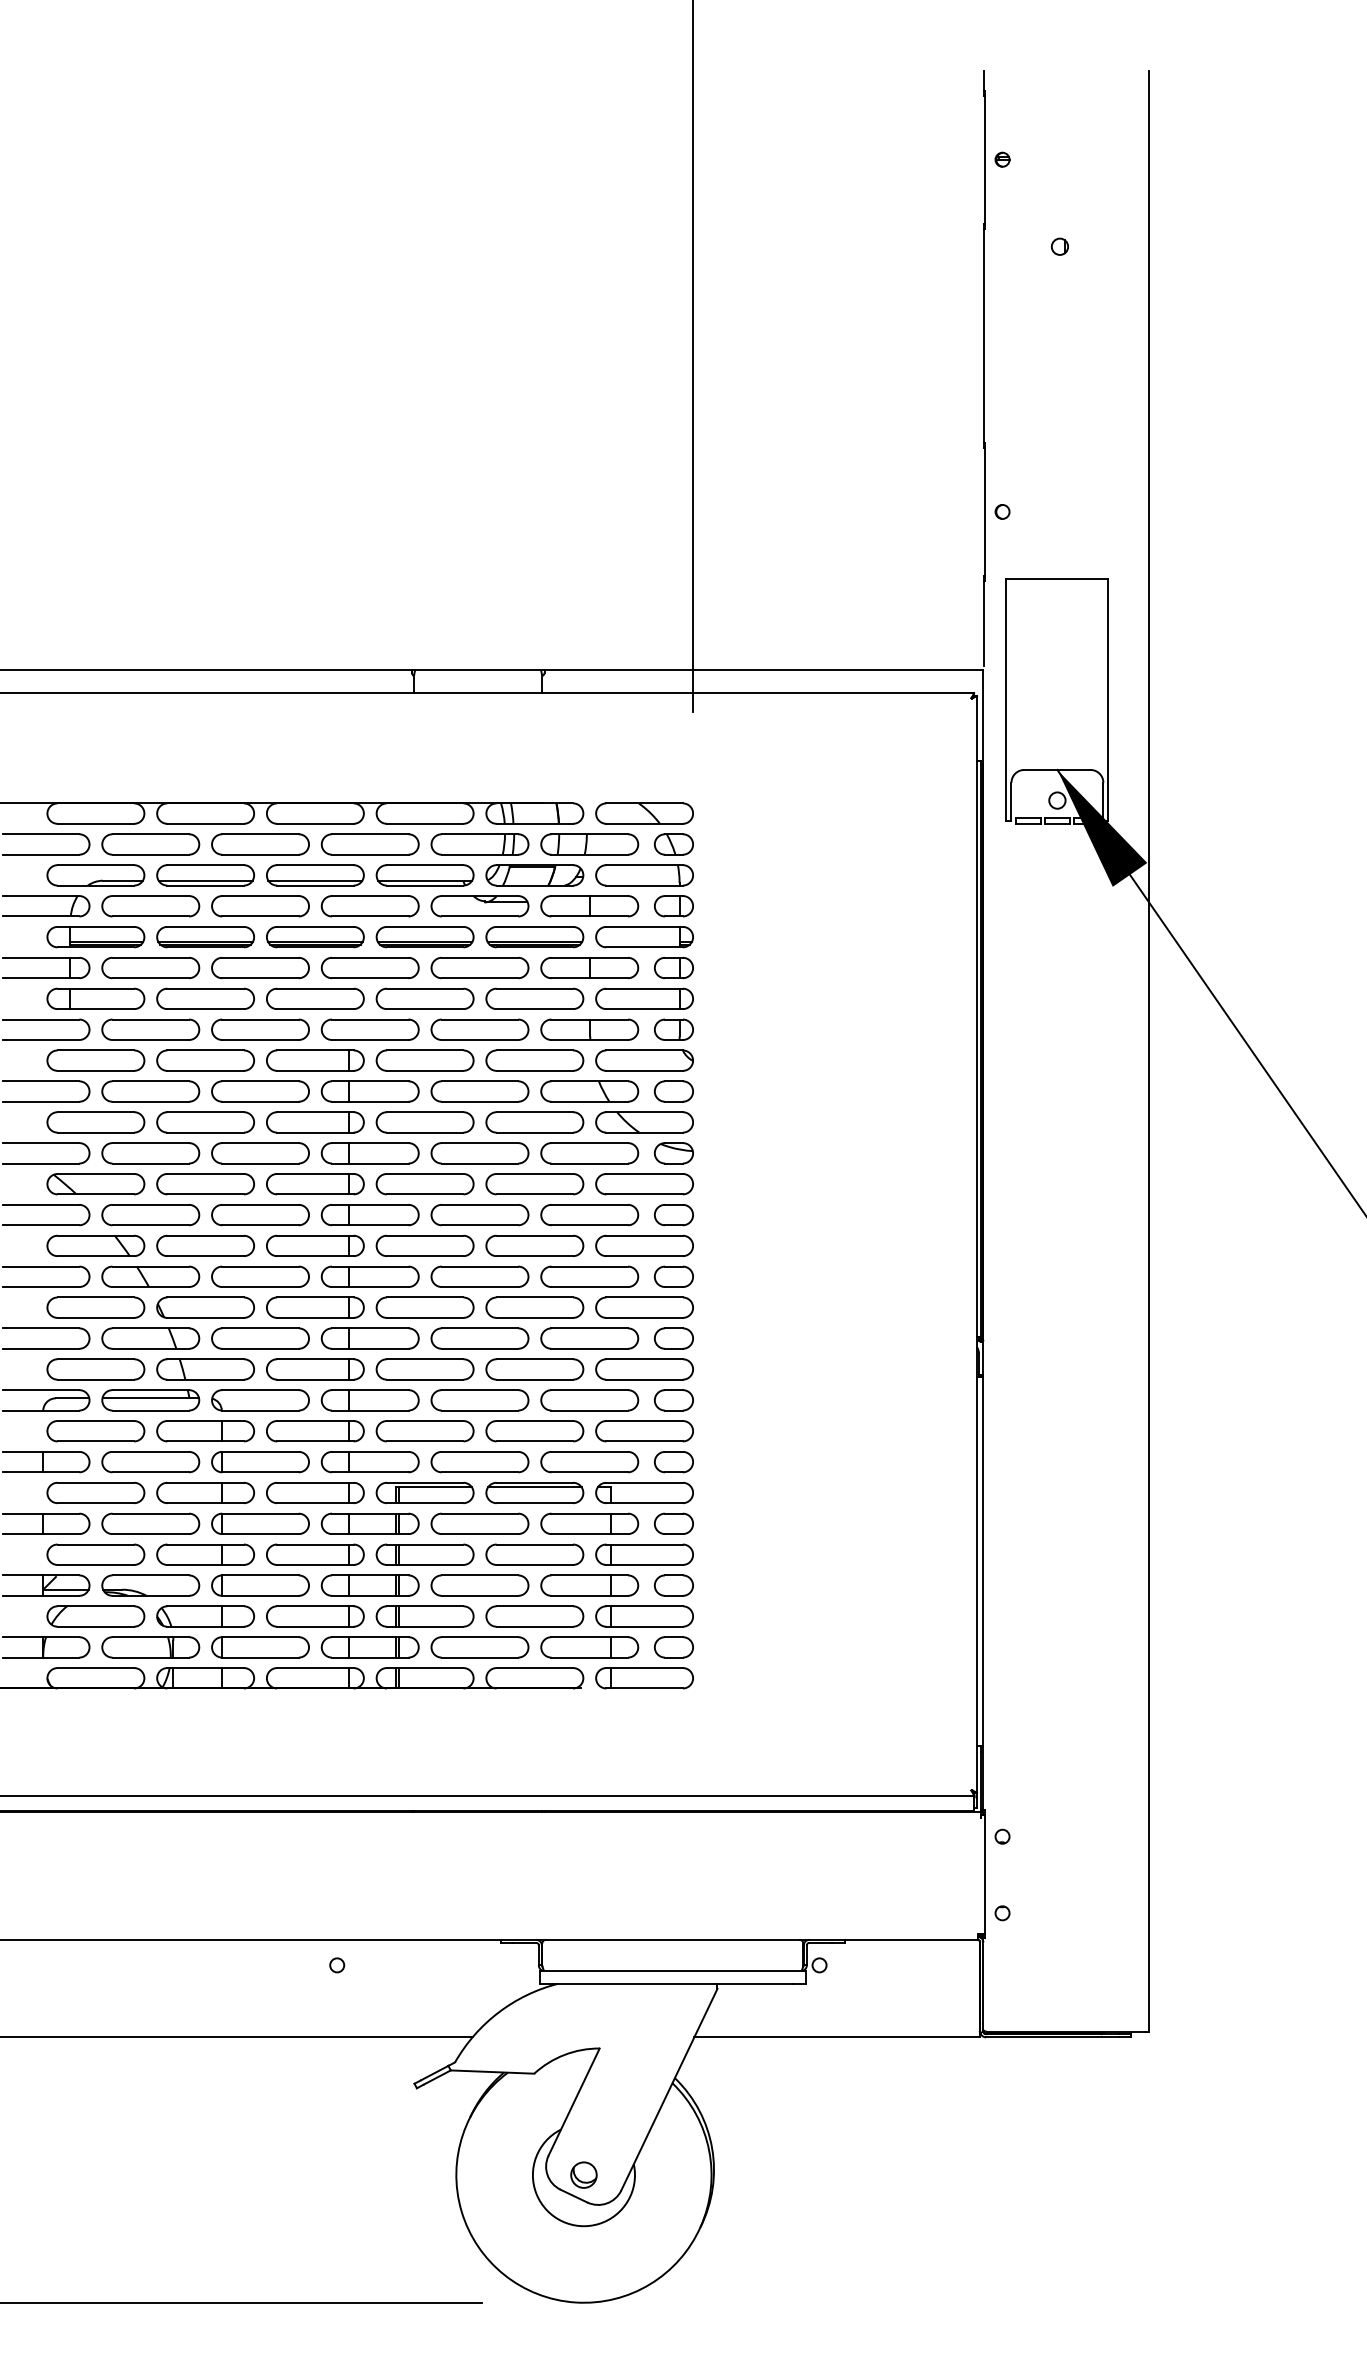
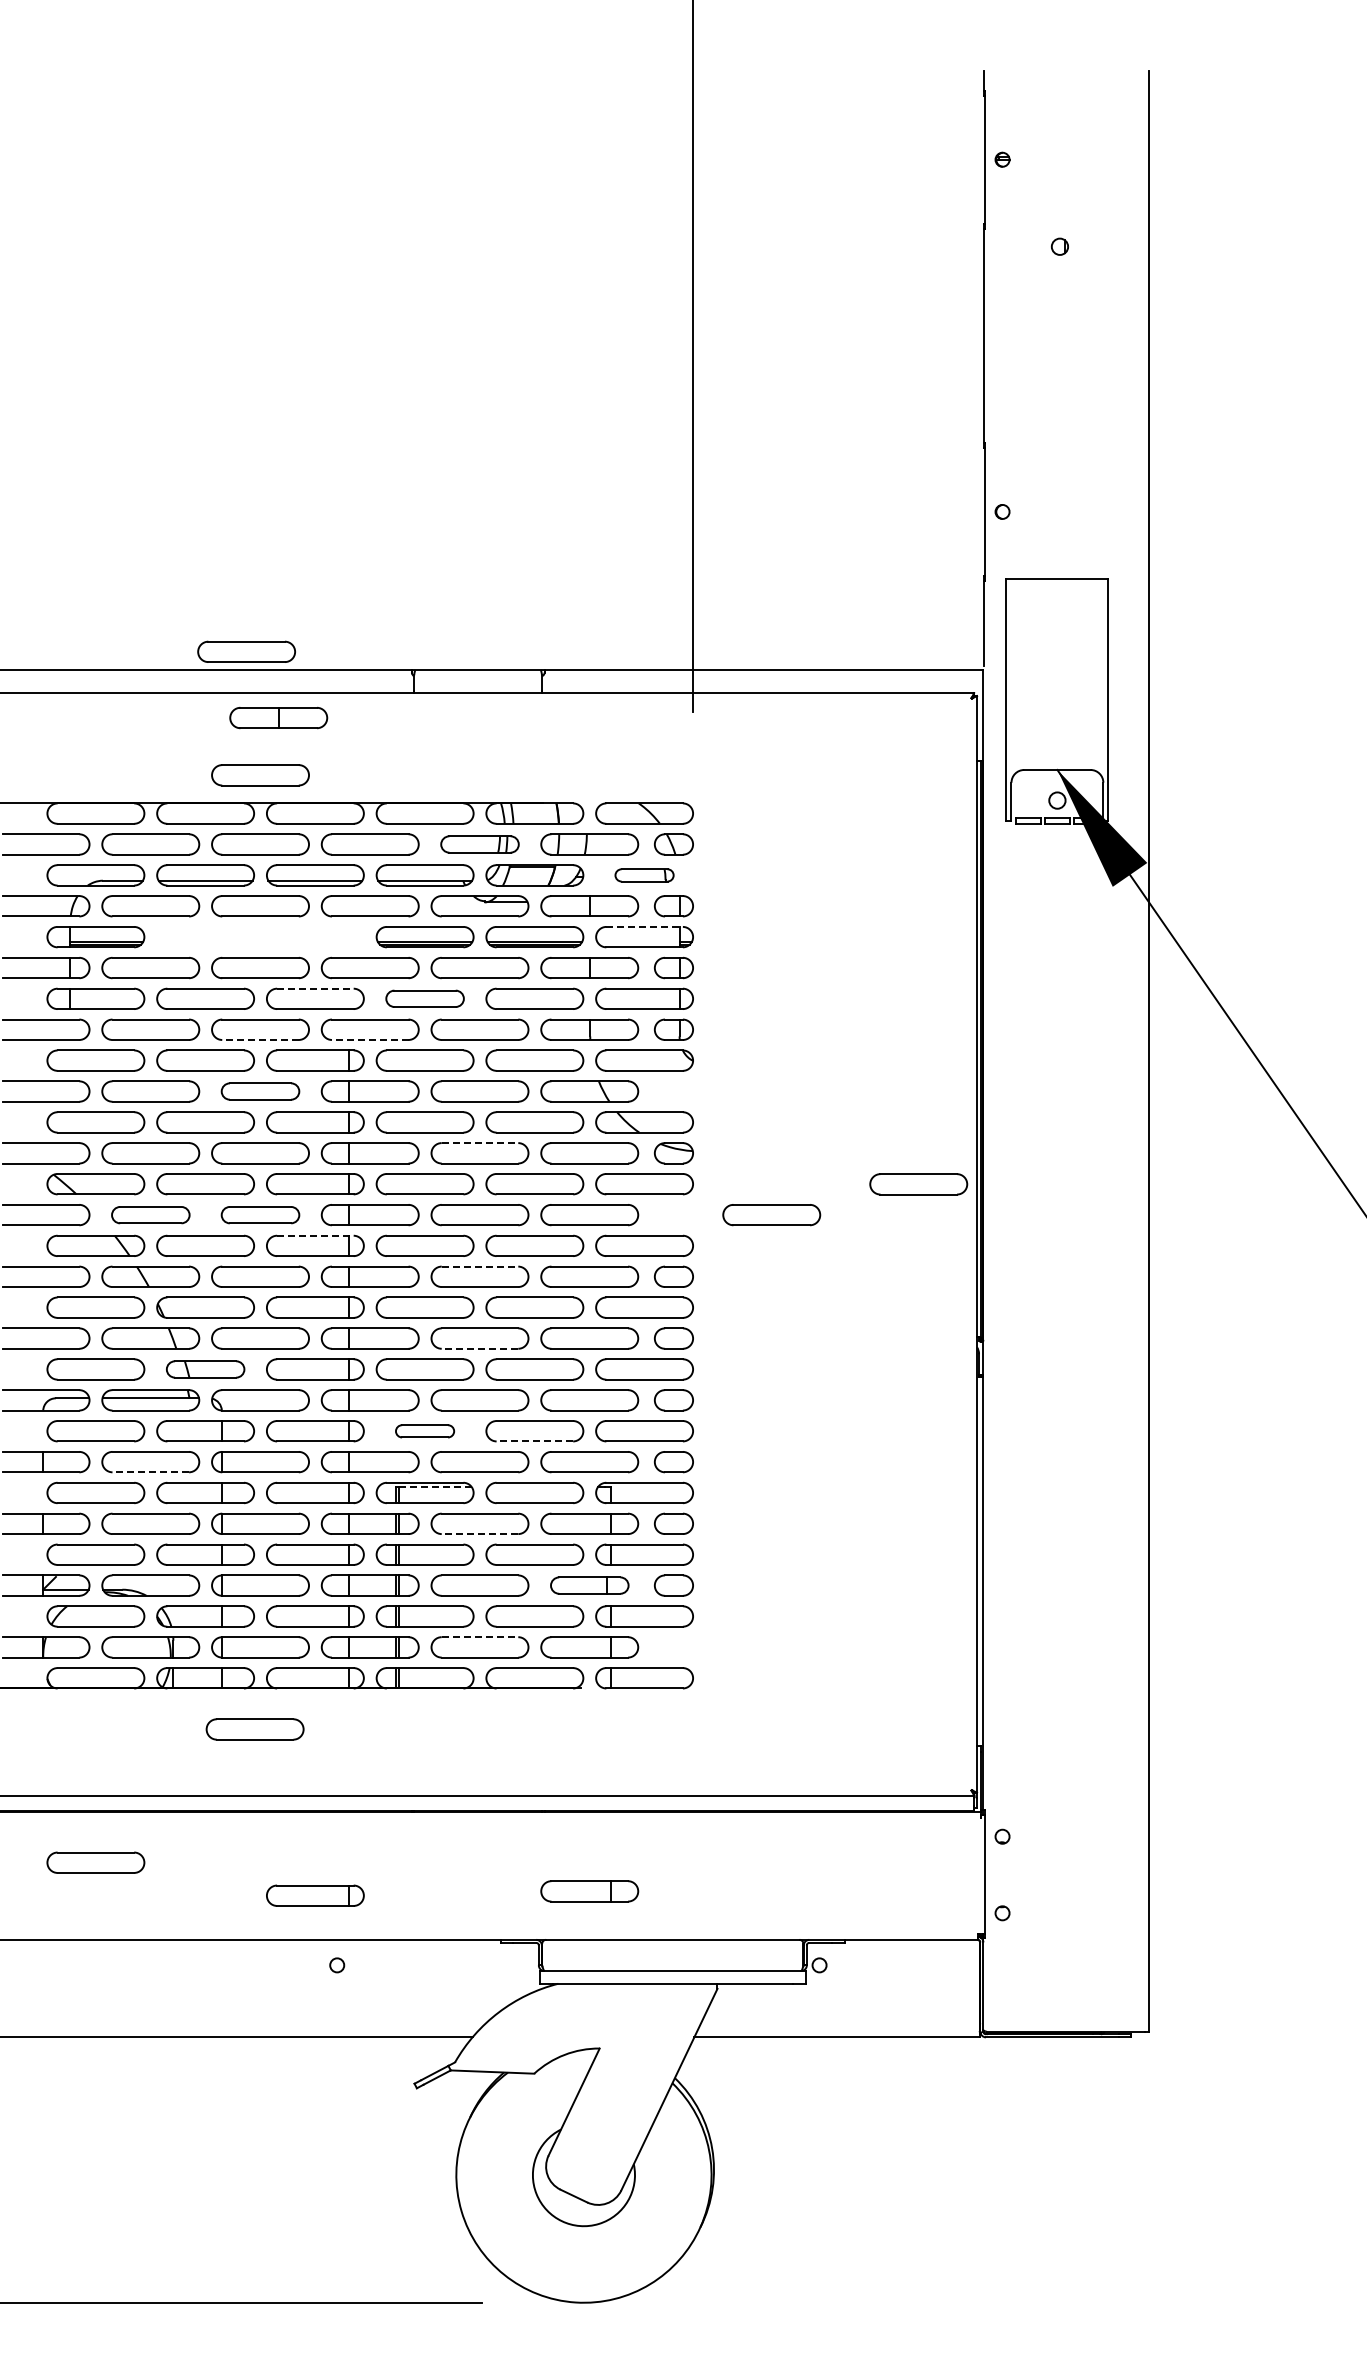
part at (246, 651): none -> present
part at (278, 717): none -> present
part at (260, 775): none -> present
part at (479, 844) size: 100x23 px -> 80x19 px
part at (644, 875) size: 99x23 px -> 61x15 px
line at (645, 926): solid -> dashed
part at (205, 937): present -> none
part at (315, 937): present -> none
line at (315, 988): solid -> dashed
part at (424, 998) size: 100x23 px -> 80x19 px
line at (260, 1039): solid -> dashed
line at (369, 1039): solid -> dashed
part at (260, 1091) size: 99x23 px -> 81x19 px
part at (673, 1091): present -> none
line at (480, 1143): solid -> dashed
part at (918, 1184): none -> present
part at (150, 1215) size: 100x23 px -> 80x19 px
part at (260, 1215) size: 99x23 px -> 81x19 px
part at (673, 1215): present -> none
part at (771, 1215): none -> present
line at (315, 1235): solid -> dashed
line at (480, 1266): solid -> dashed
line at (479, 1348): solid -> dashed
part at (205, 1369) size: 99x23 px -> 80x19 px
part at (424, 1431) size: 100x23 px -> 61x15 px
line at (534, 1441): solid -> dashed
line at (150, 1472): solid -> dashed
line at (434, 1487): solid -> dashed
line at (534, 1487): present -> none
line at (479, 1534): solid -> dashed
part at (589, 1585) size: 100x23 px -> 80x19 px
line at (480, 1637): solid -> dashed
part at (673, 1647): present -> none
part at (254, 1729): none -> present
part at (95, 1862): none -> present
part at (589, 1891): none -> present
part at (315, 1895): none -> present
part at (583, 2174): present -> none
